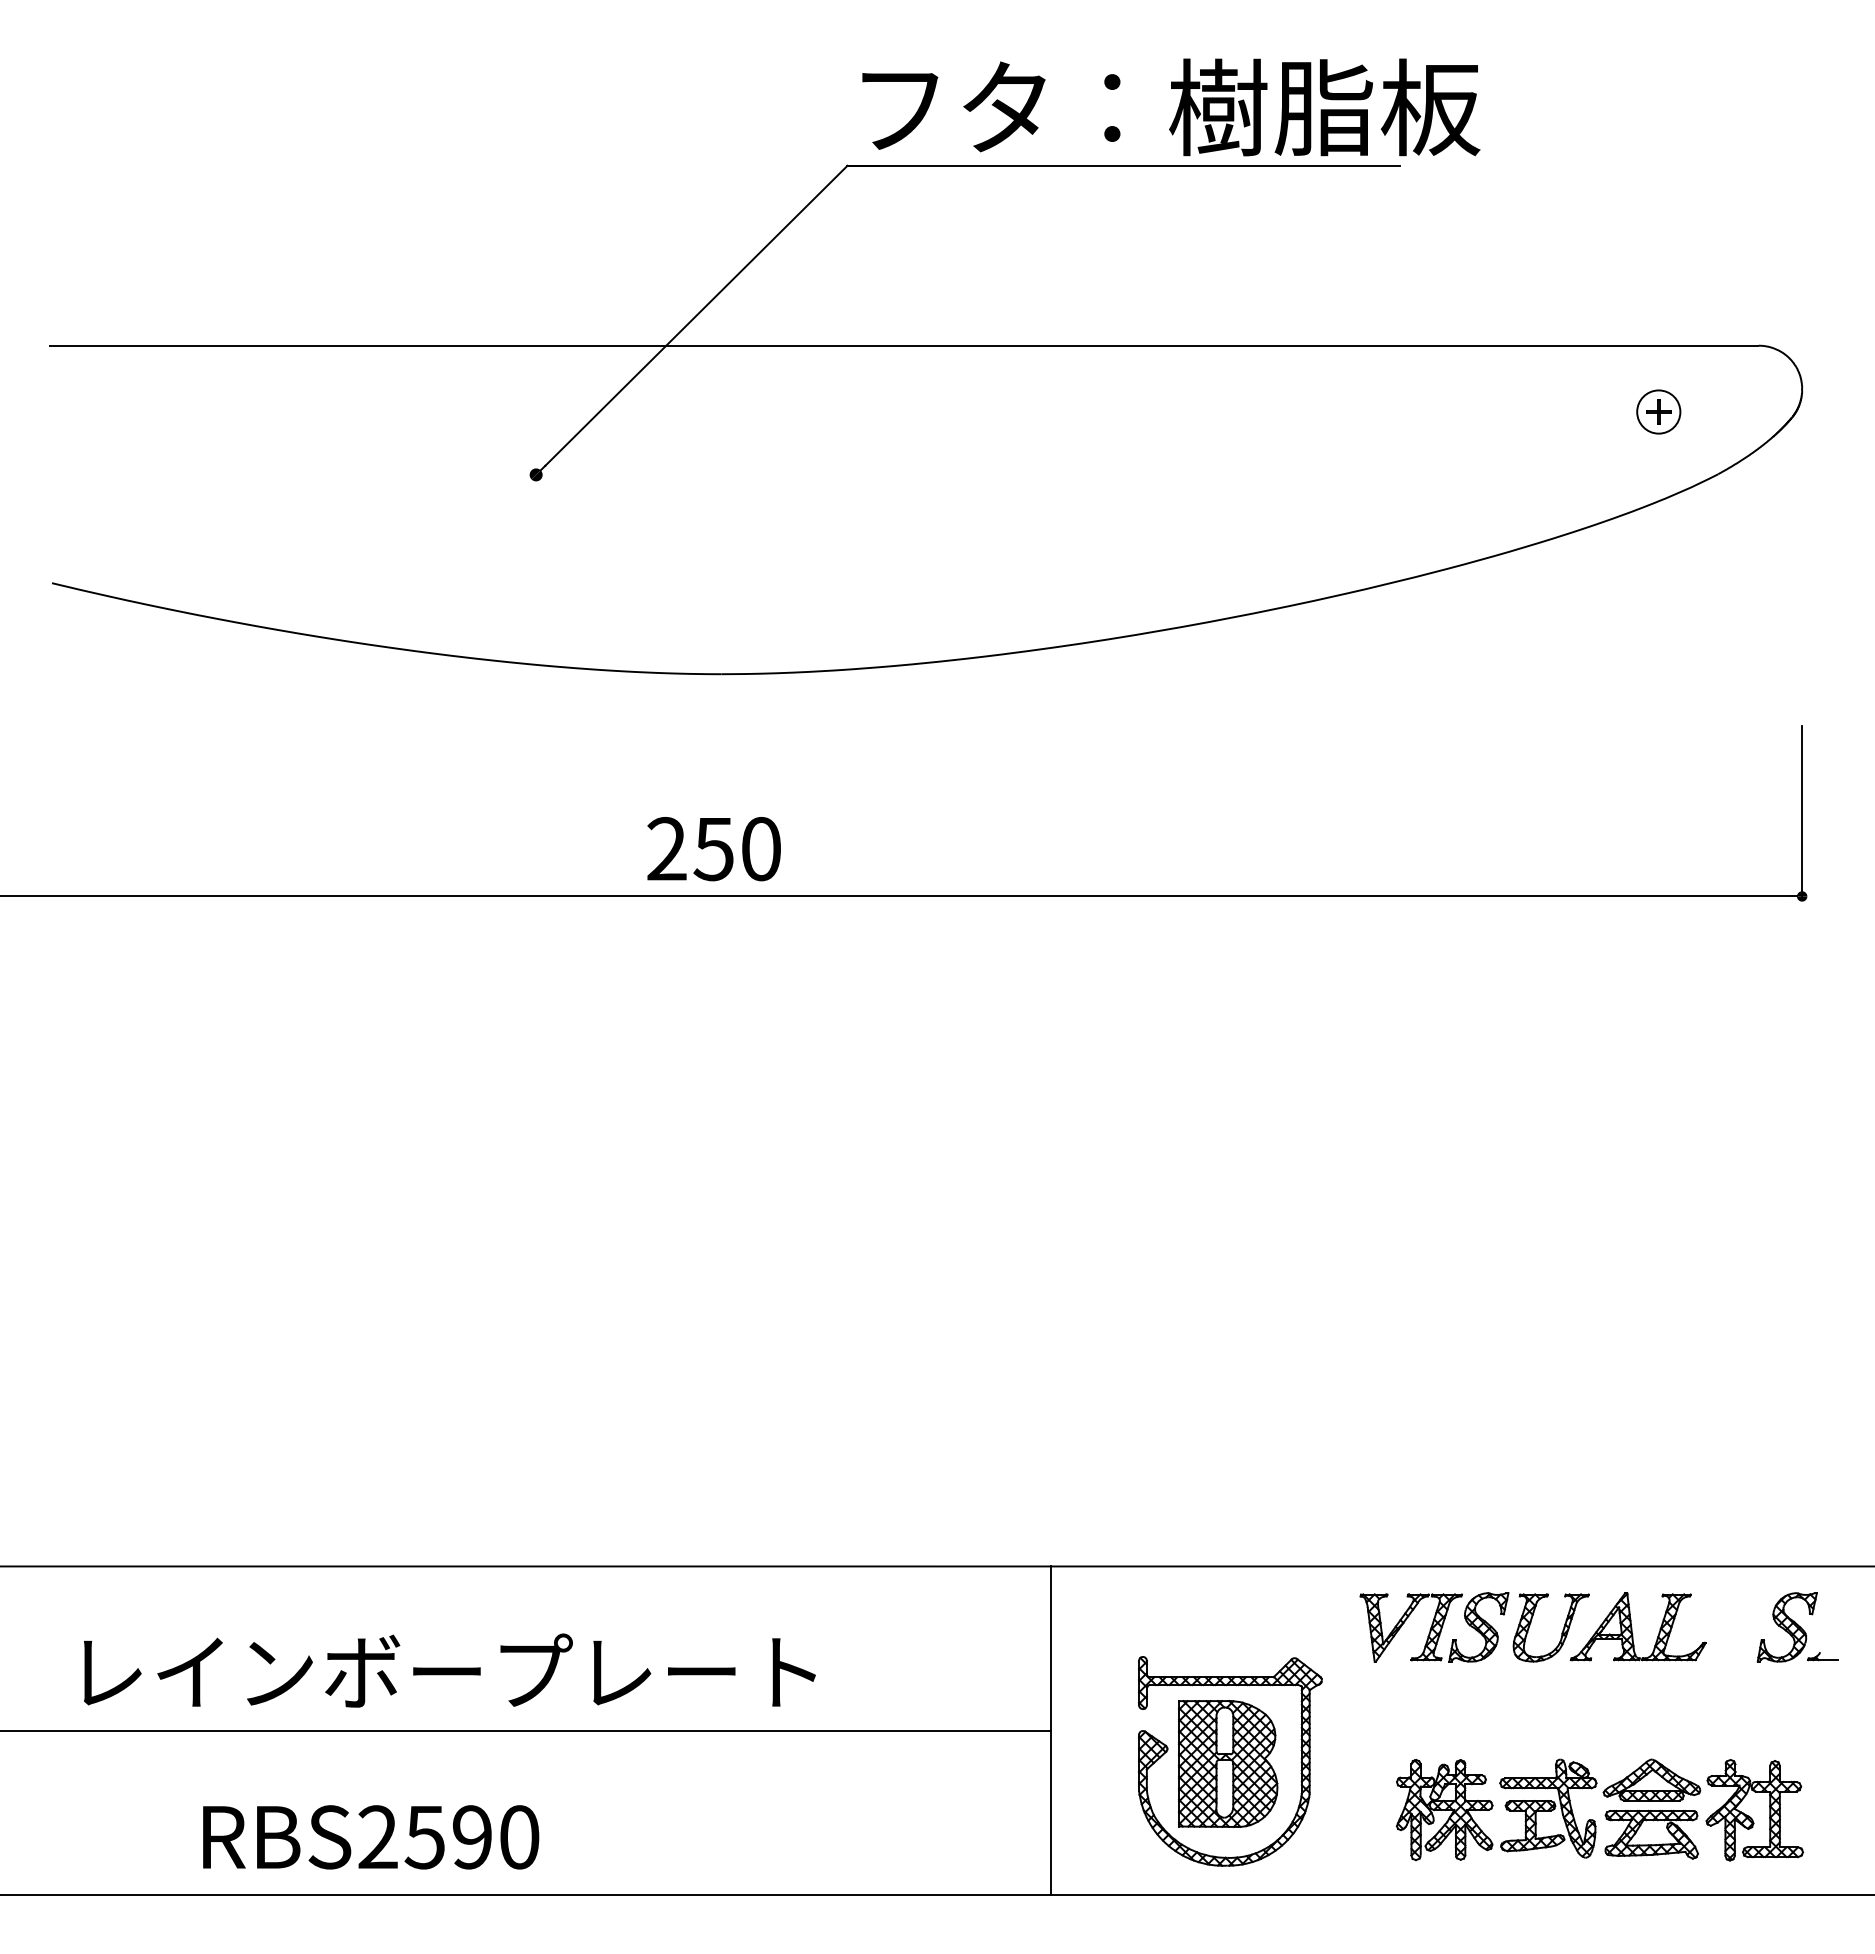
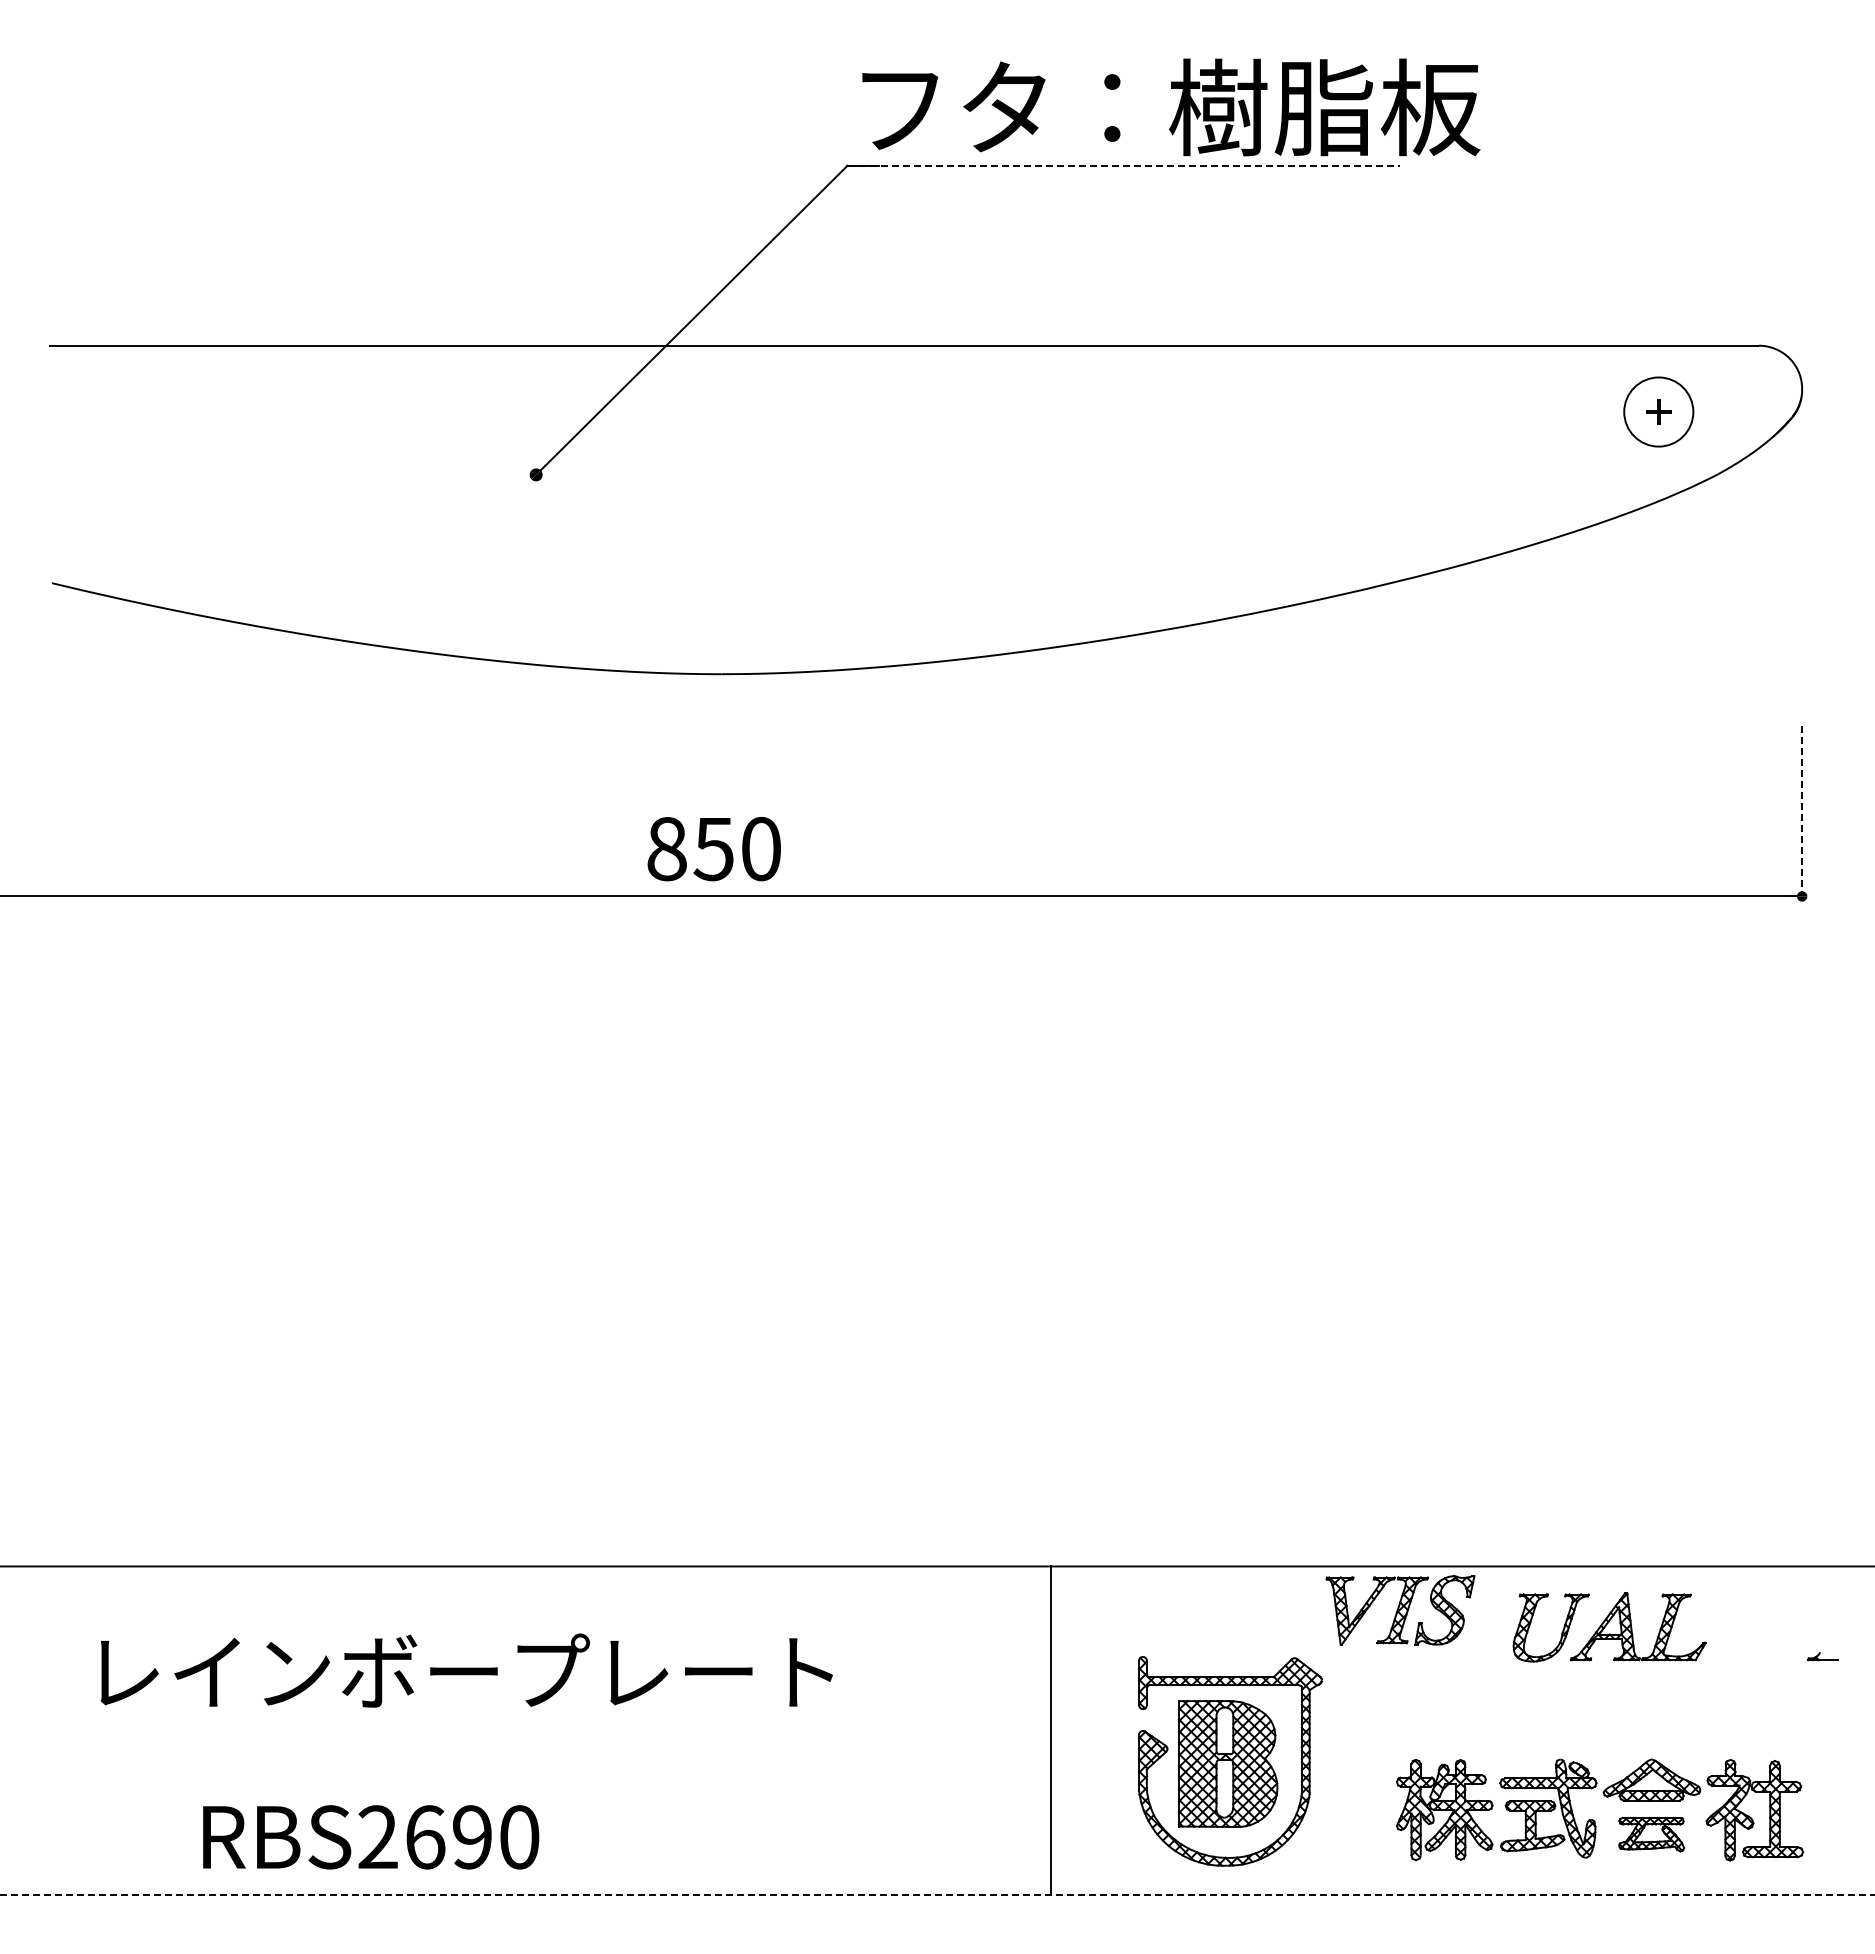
line at (1123, 165): solid -> dashed
circle at (1658, 411) diameter: 43 px -> 69 px
line at (1802, 811): solid -> dashed
text at (666, 849): 250 -> 850
part at (1434, 1627) position: (1434, 1627) -> (1400, 1610)
part at (1786, 1627): present -> none
text at (449, 1670) position: (449, 1670) -> (466, 1670)
line at (526, 1730): present -> none
part at (1651, 1834) size: 95x51 px -> 68x36 px
text at (424, 1837): RBS2590 -> RBS2690
line at (937, 1895): solid -> dashed
